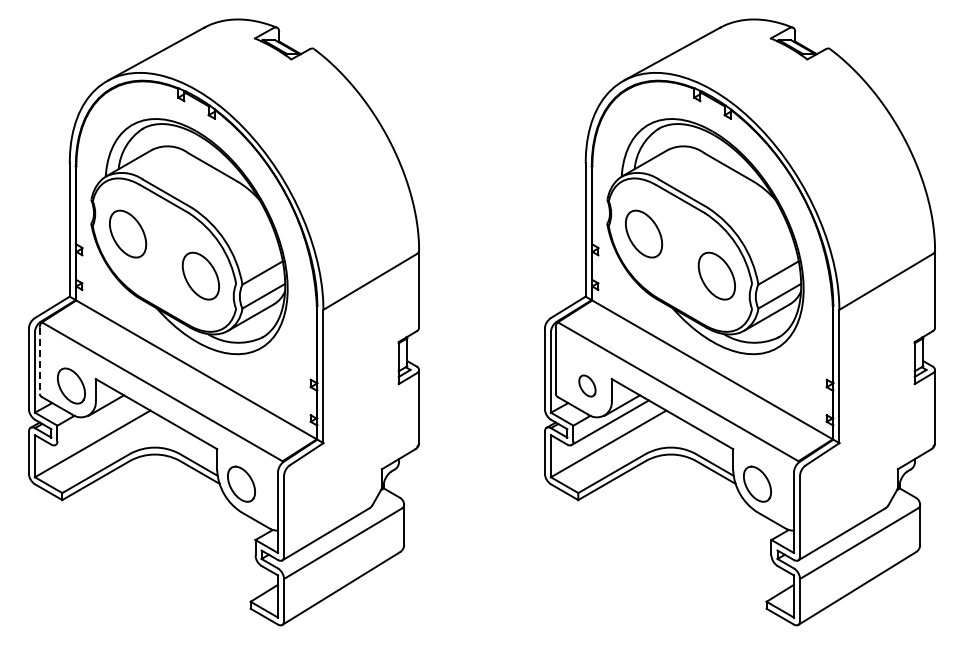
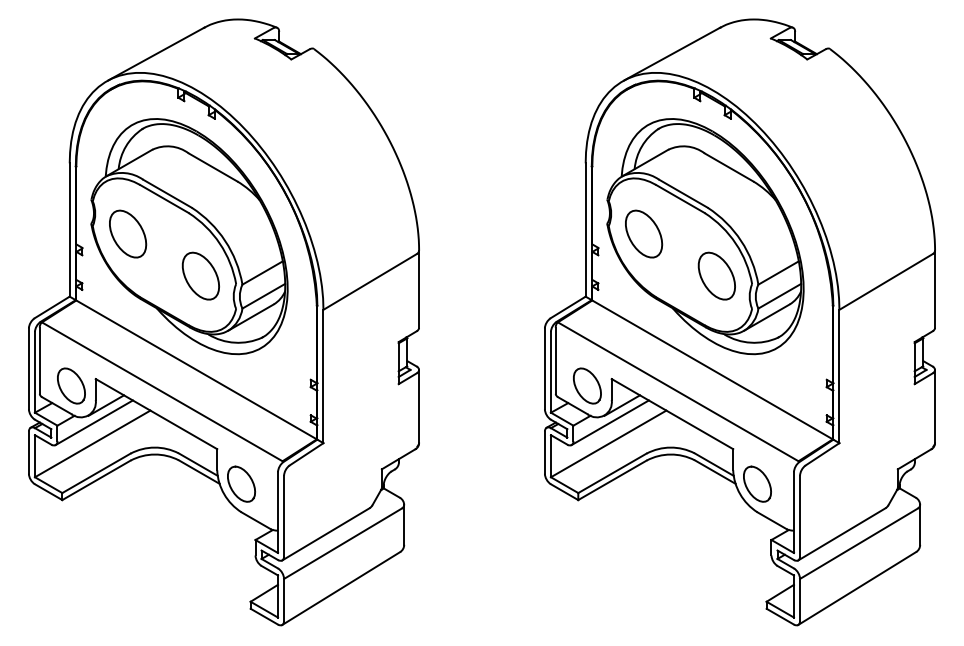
line at (39, 361): dashed -> solid
part at (587, 385) size: 19x24 px -> 29x38 px
line at (93, 422): none -> present
